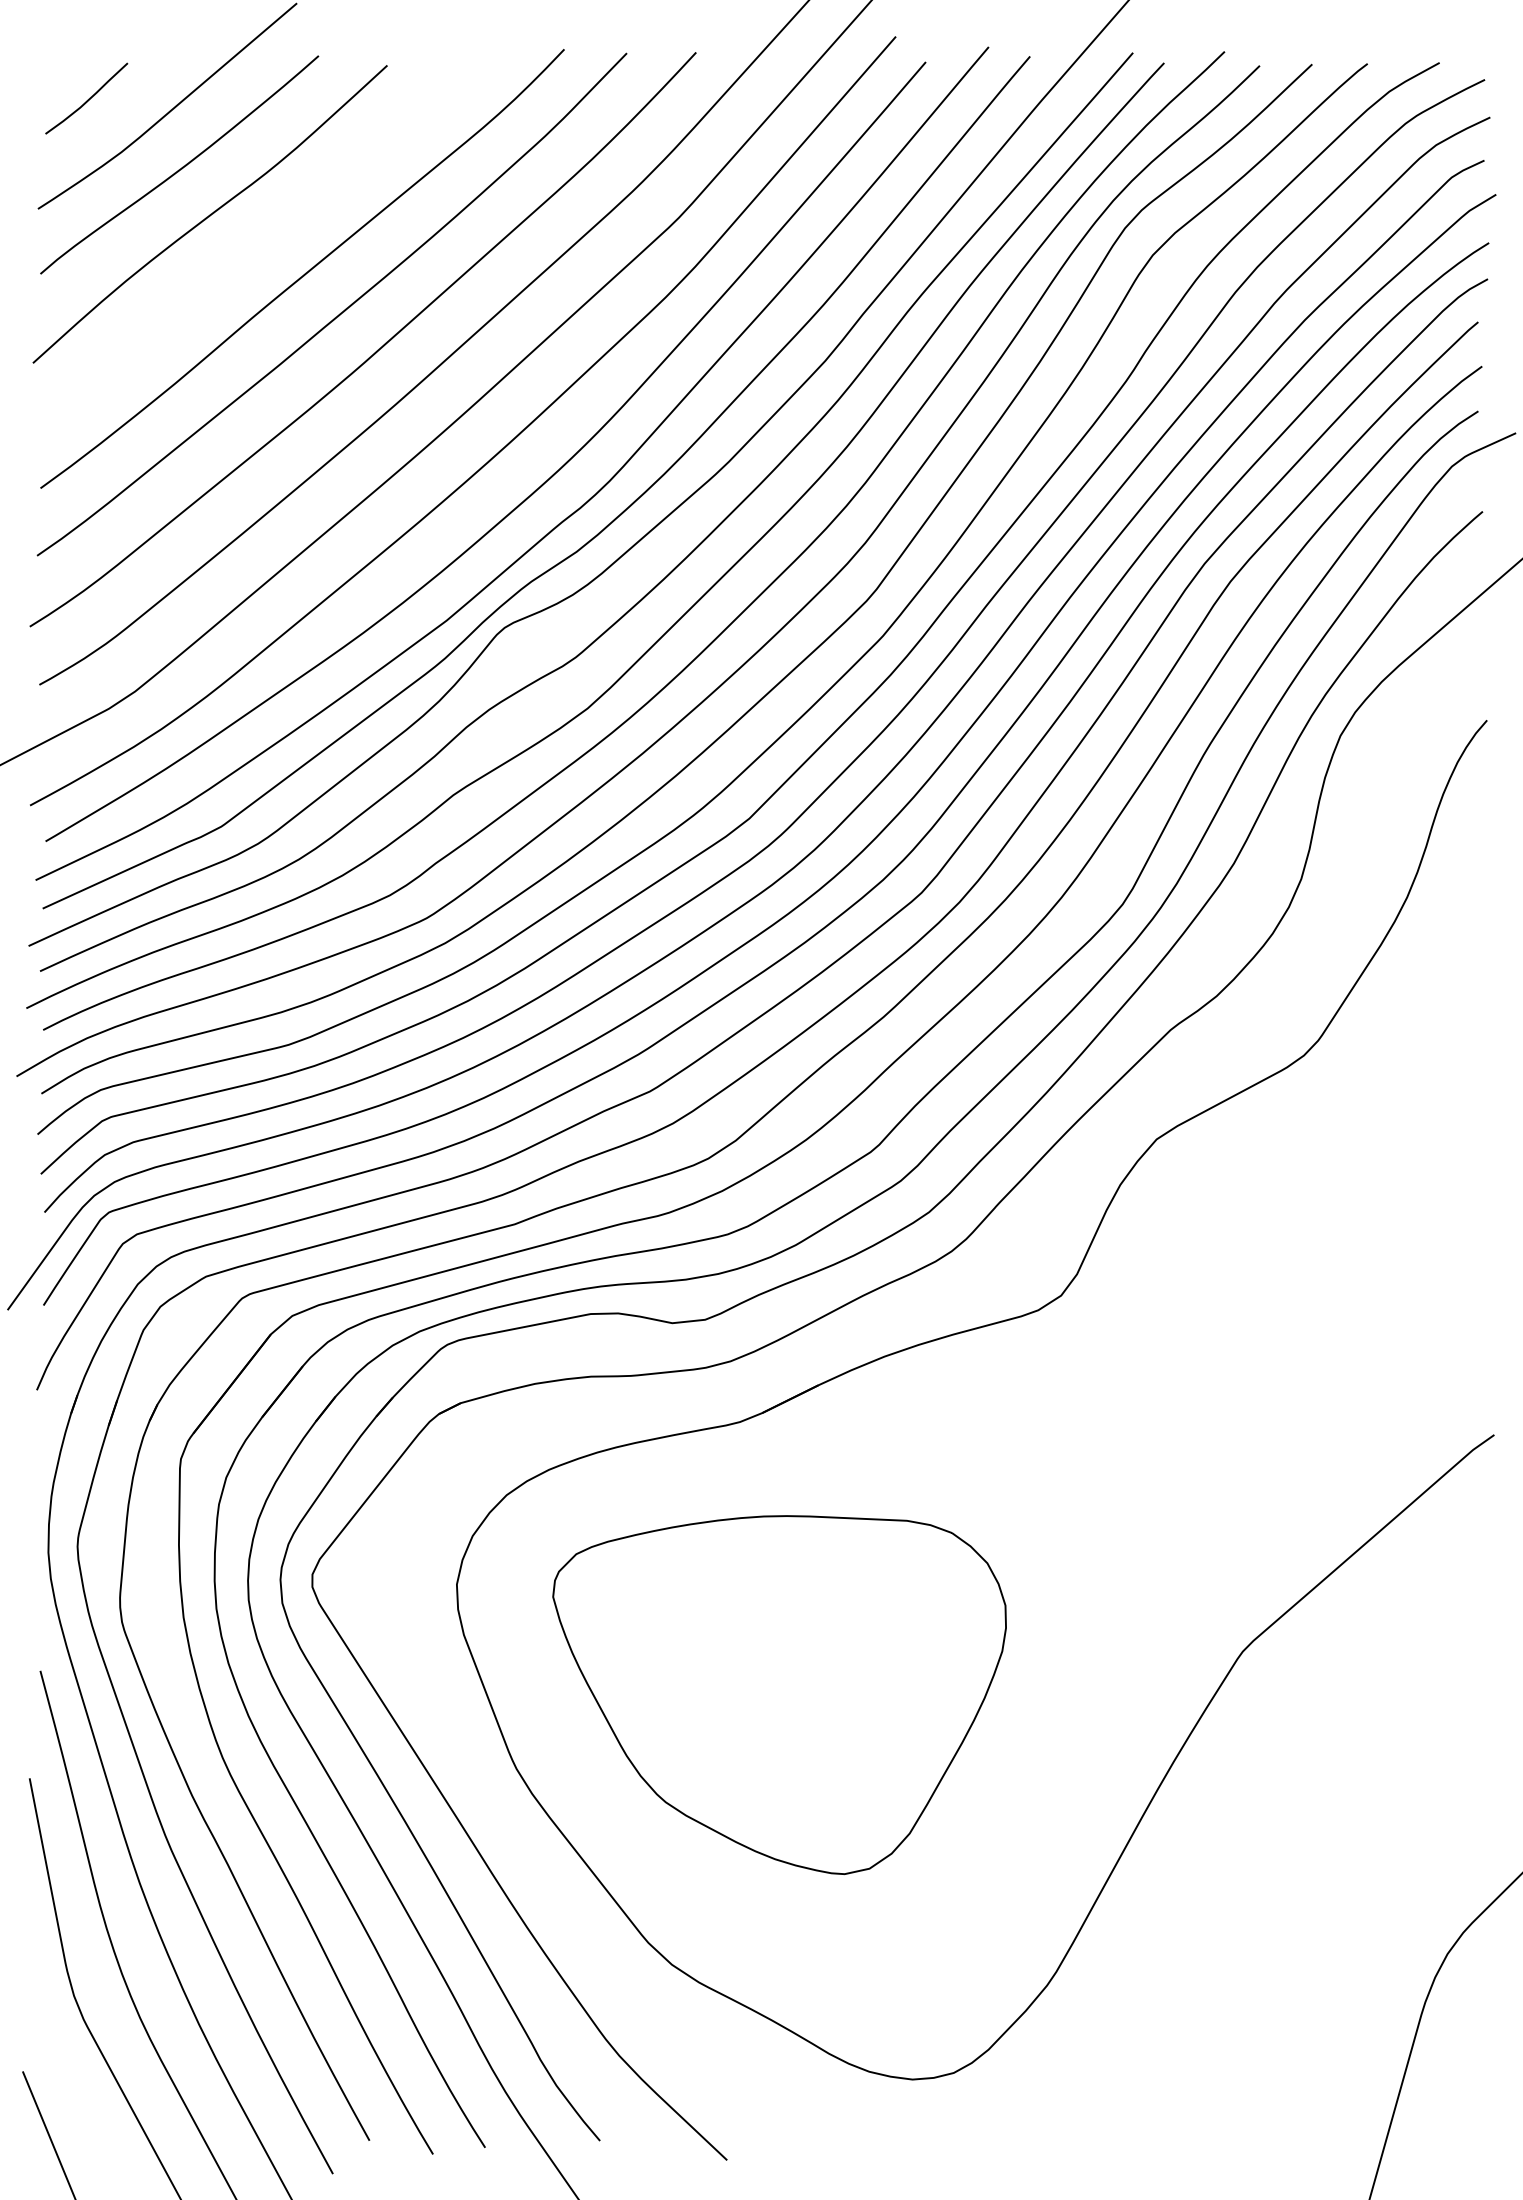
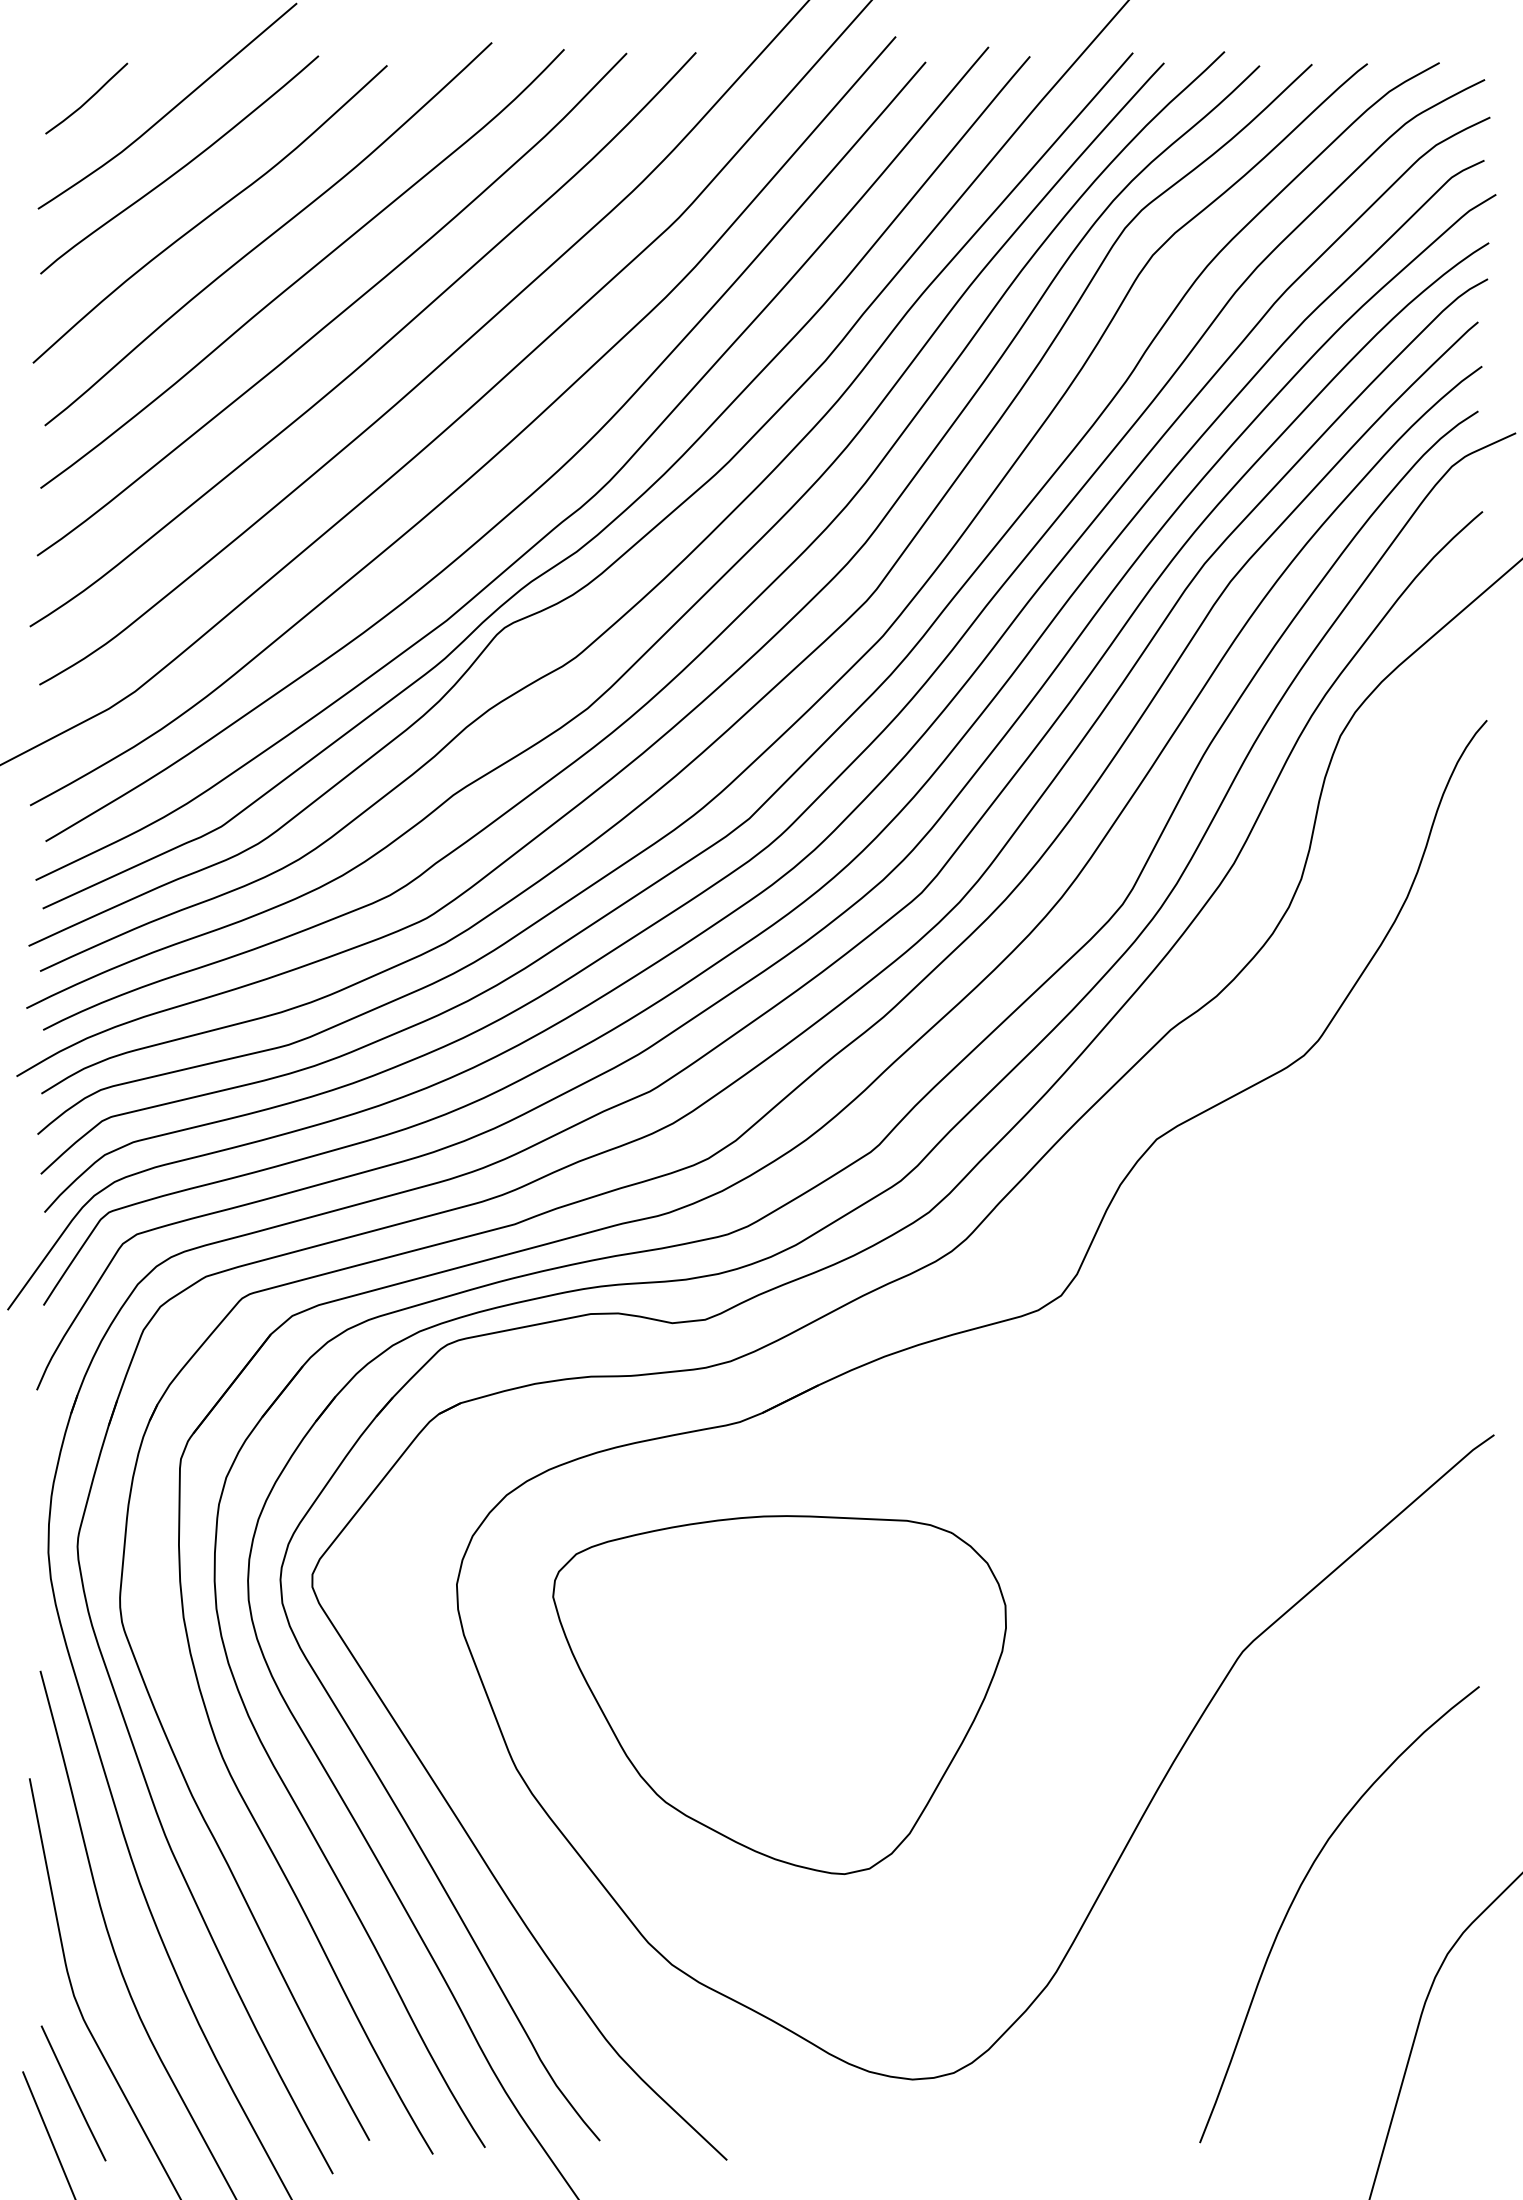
curve at (269, 235): none -> present
curve at (1297, 1894): none -> present
line at (73, 2093): none -> present
